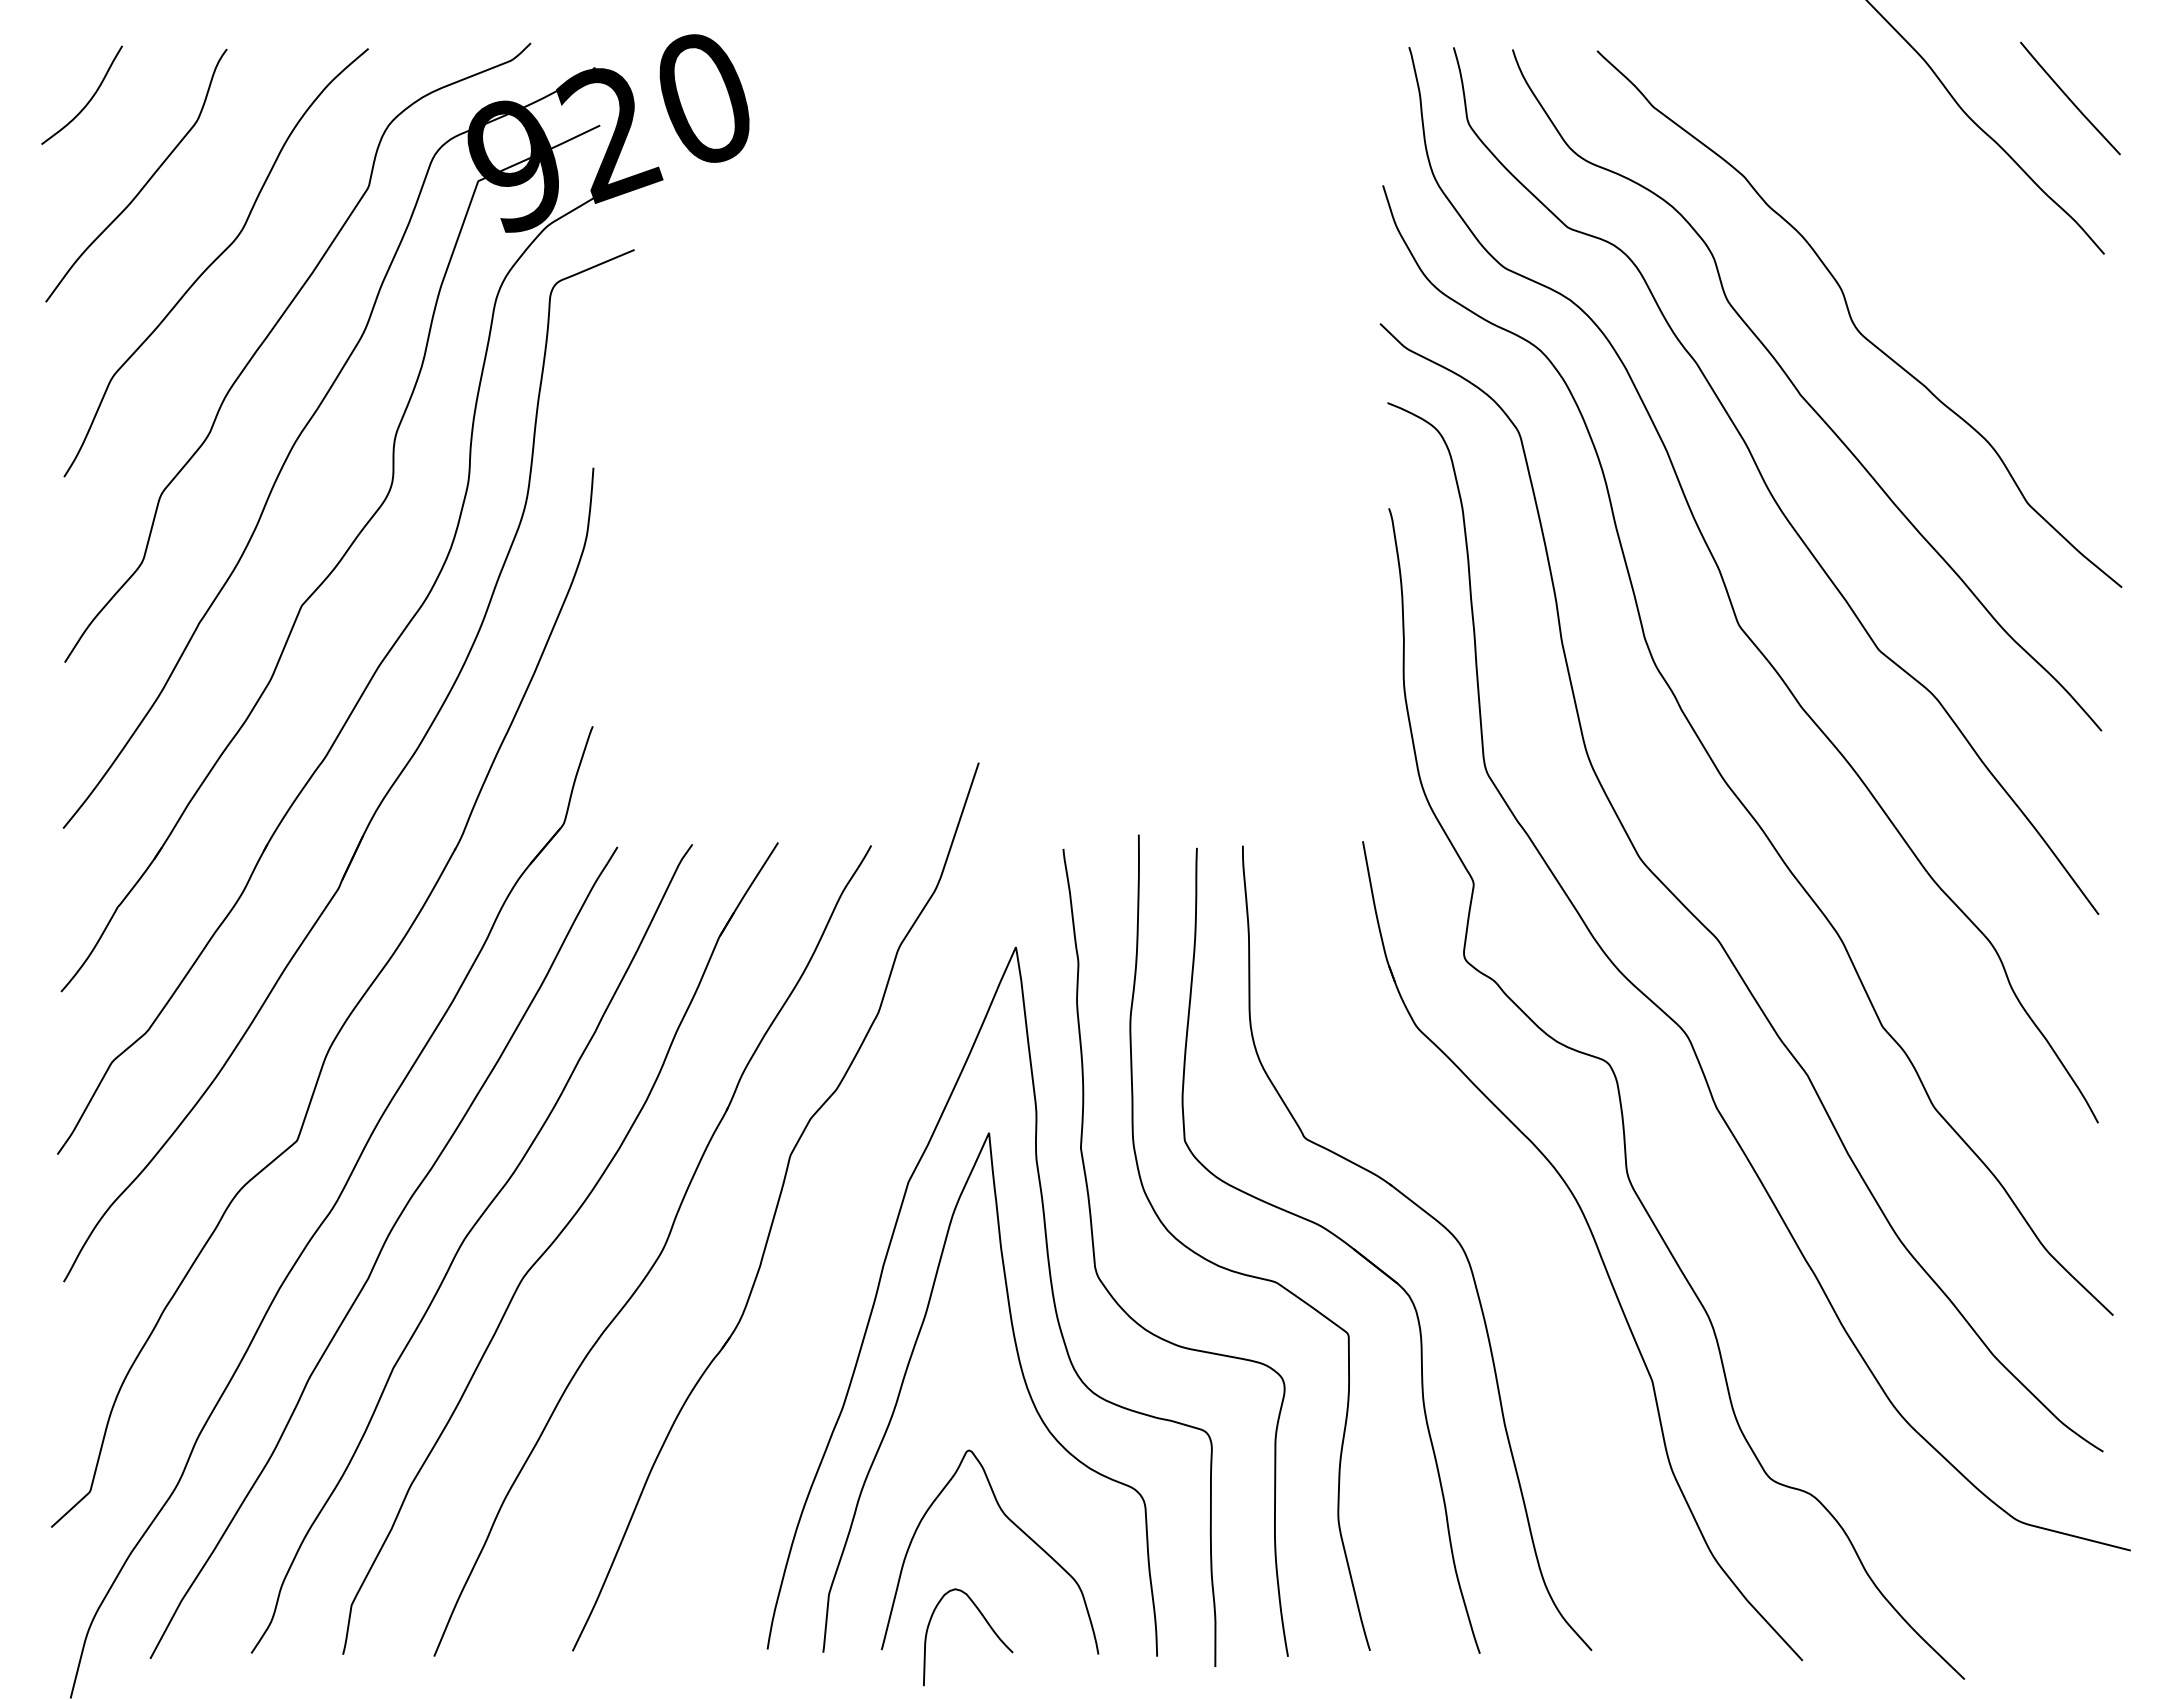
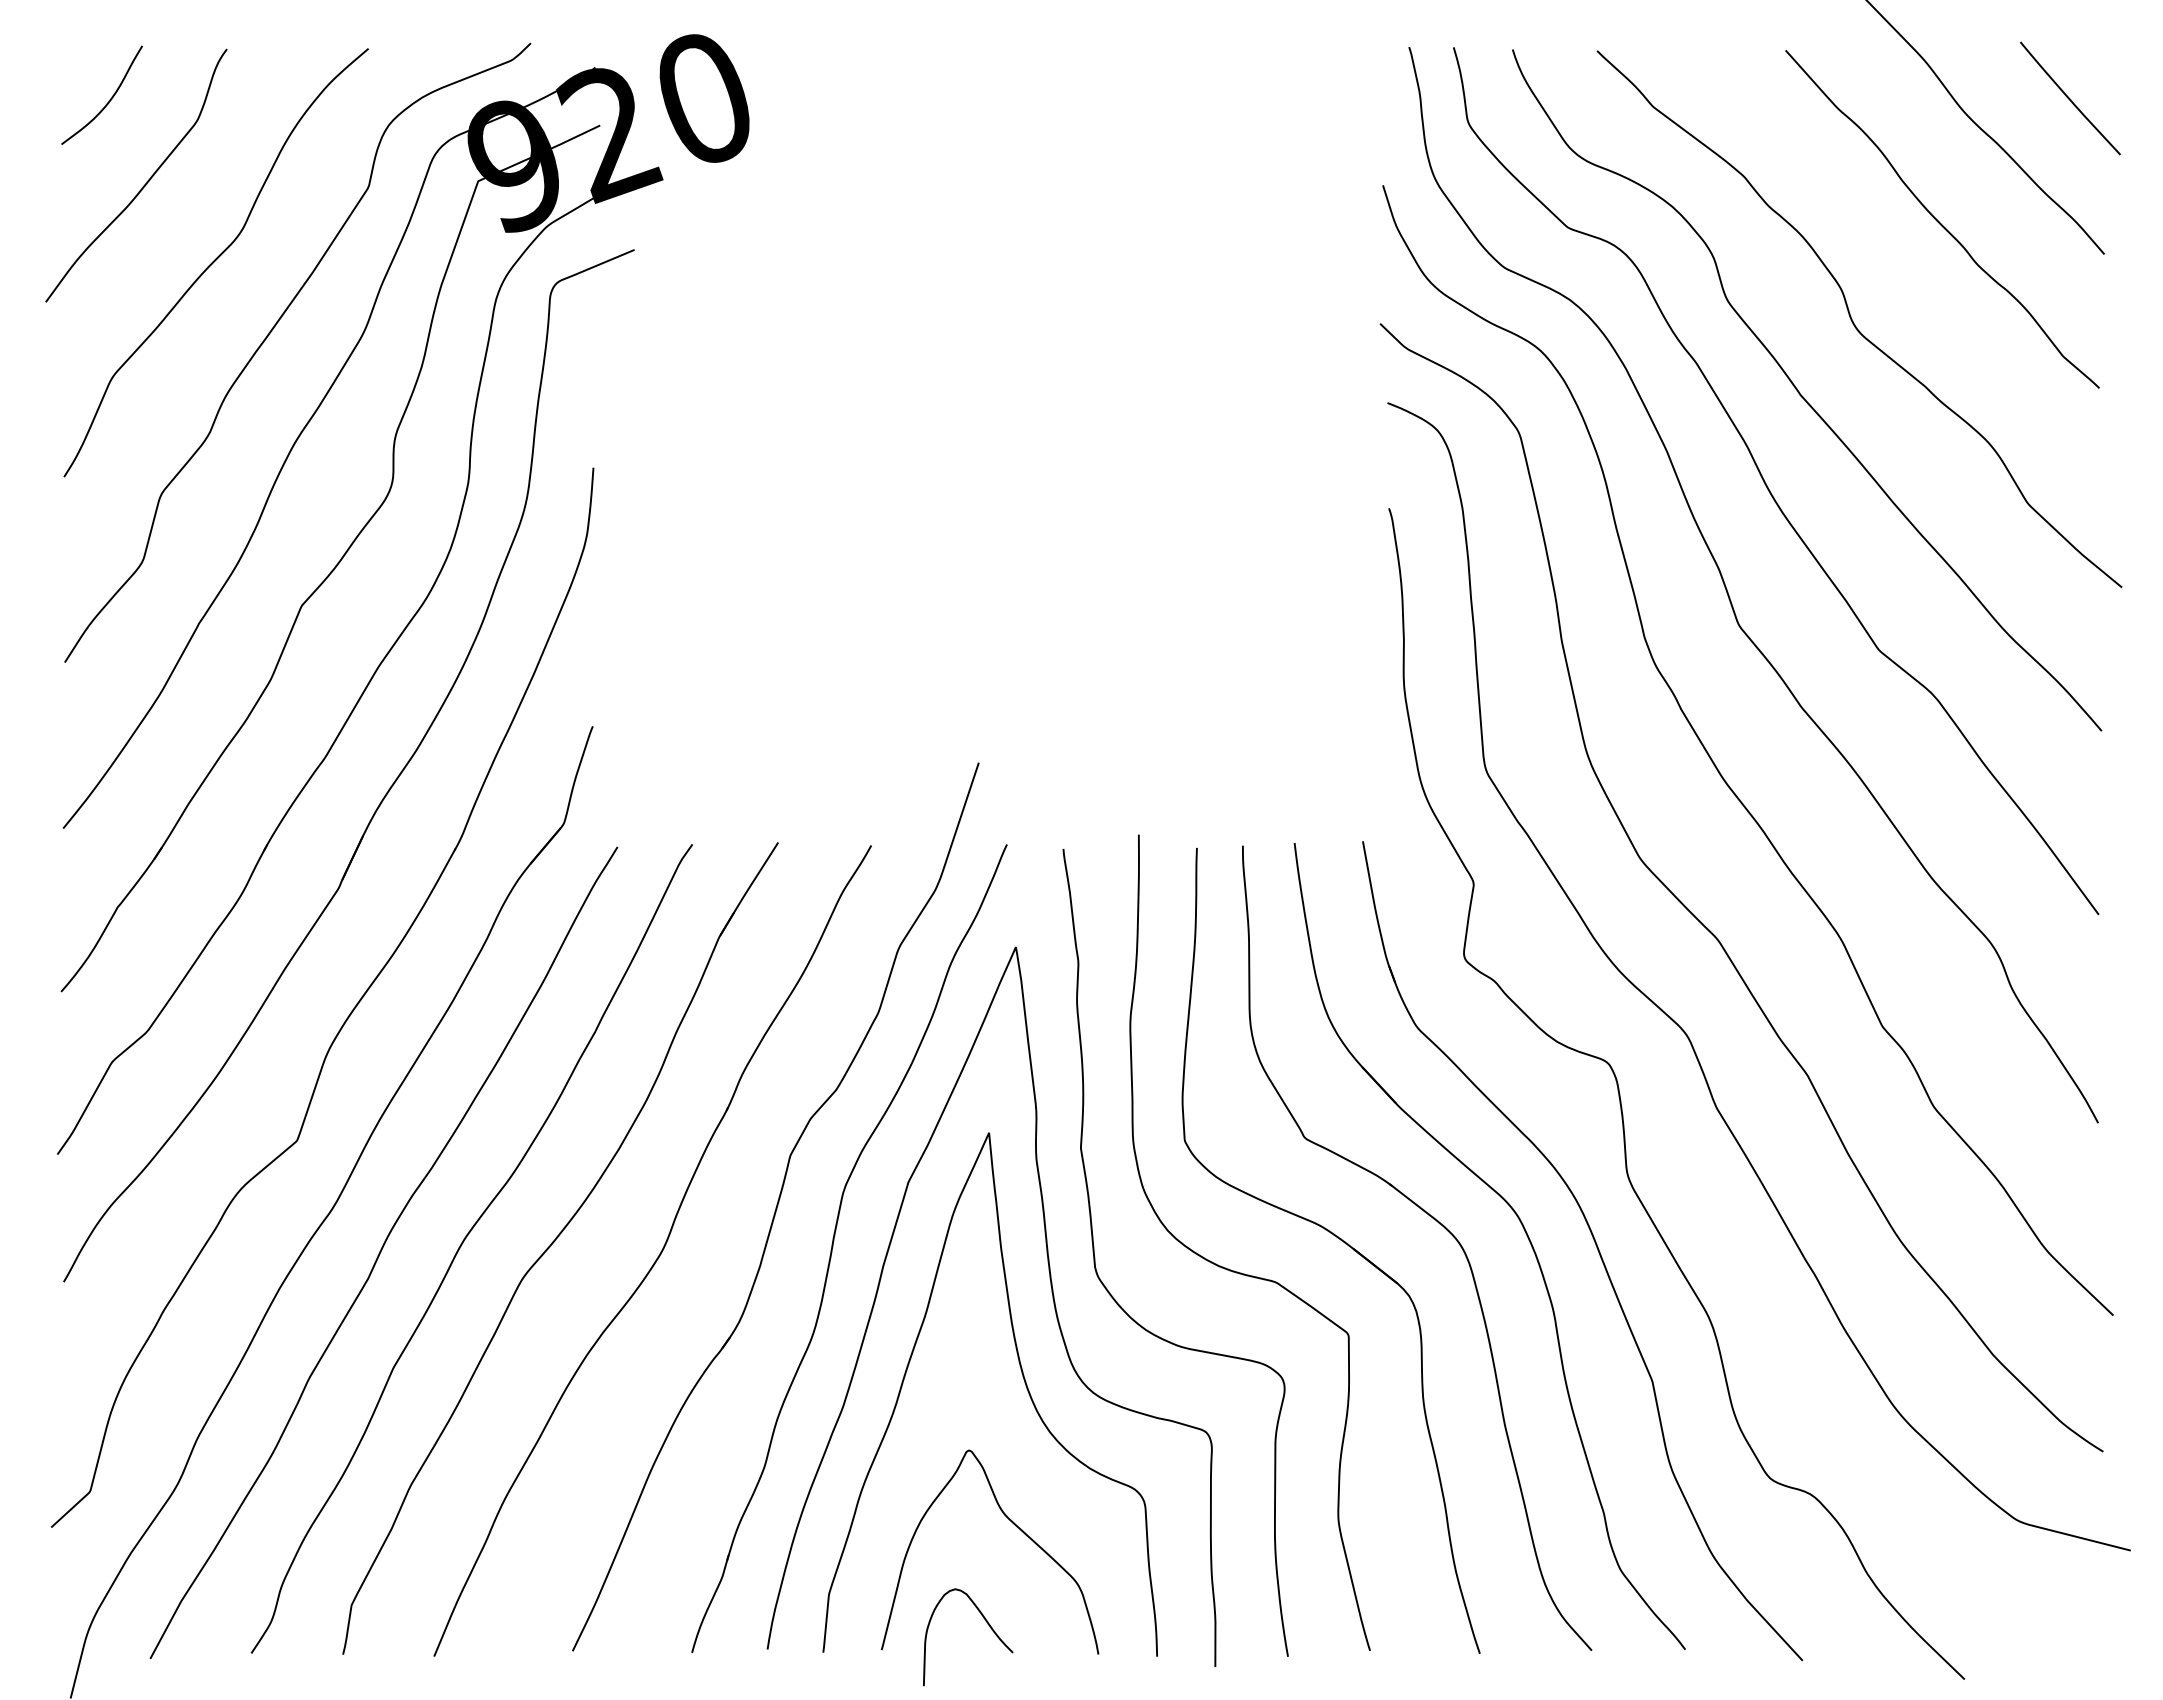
curve at (89, 99) position: (89, 99) -> (109, 99)
curve at (1939, 221): none -> present
part at (1523, 1229): none -> present
part at (833, 1247): none -> present
